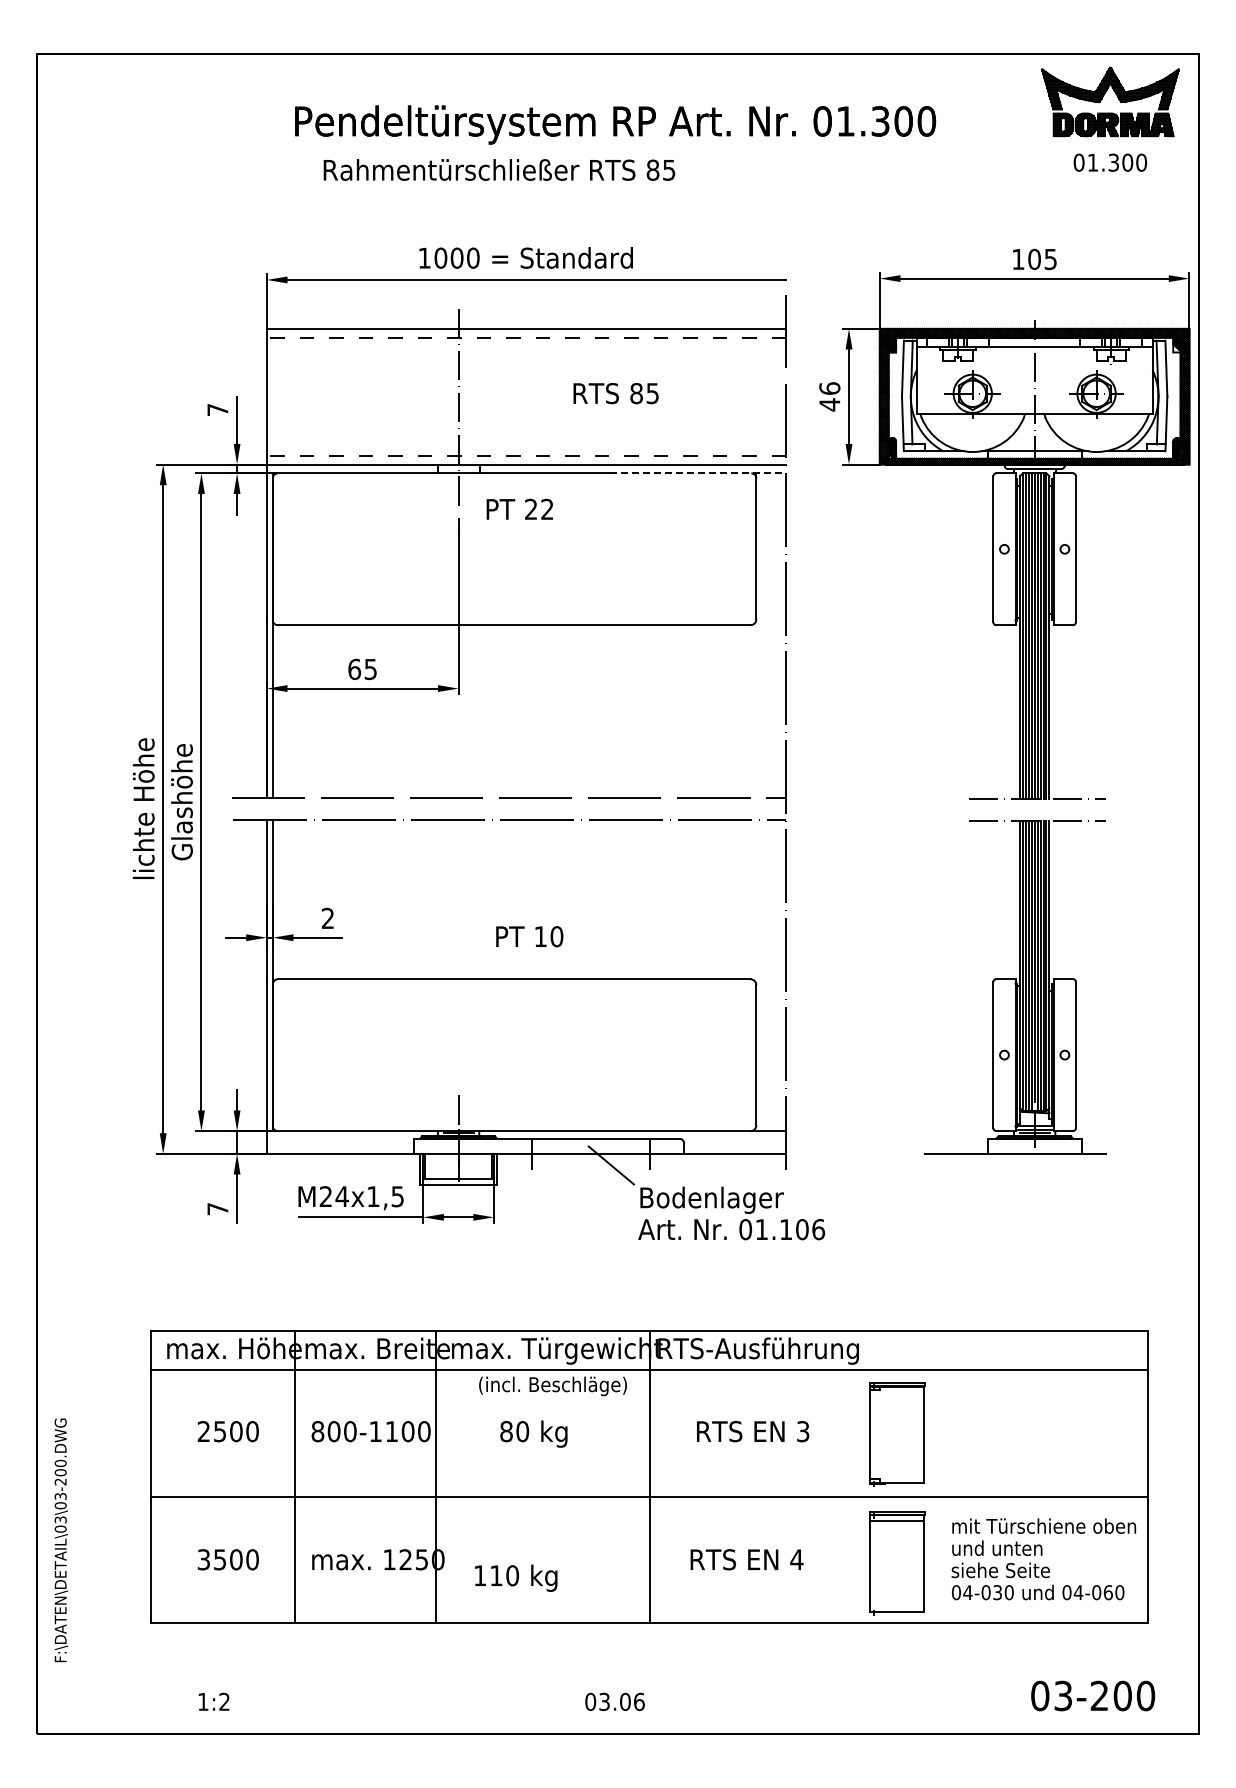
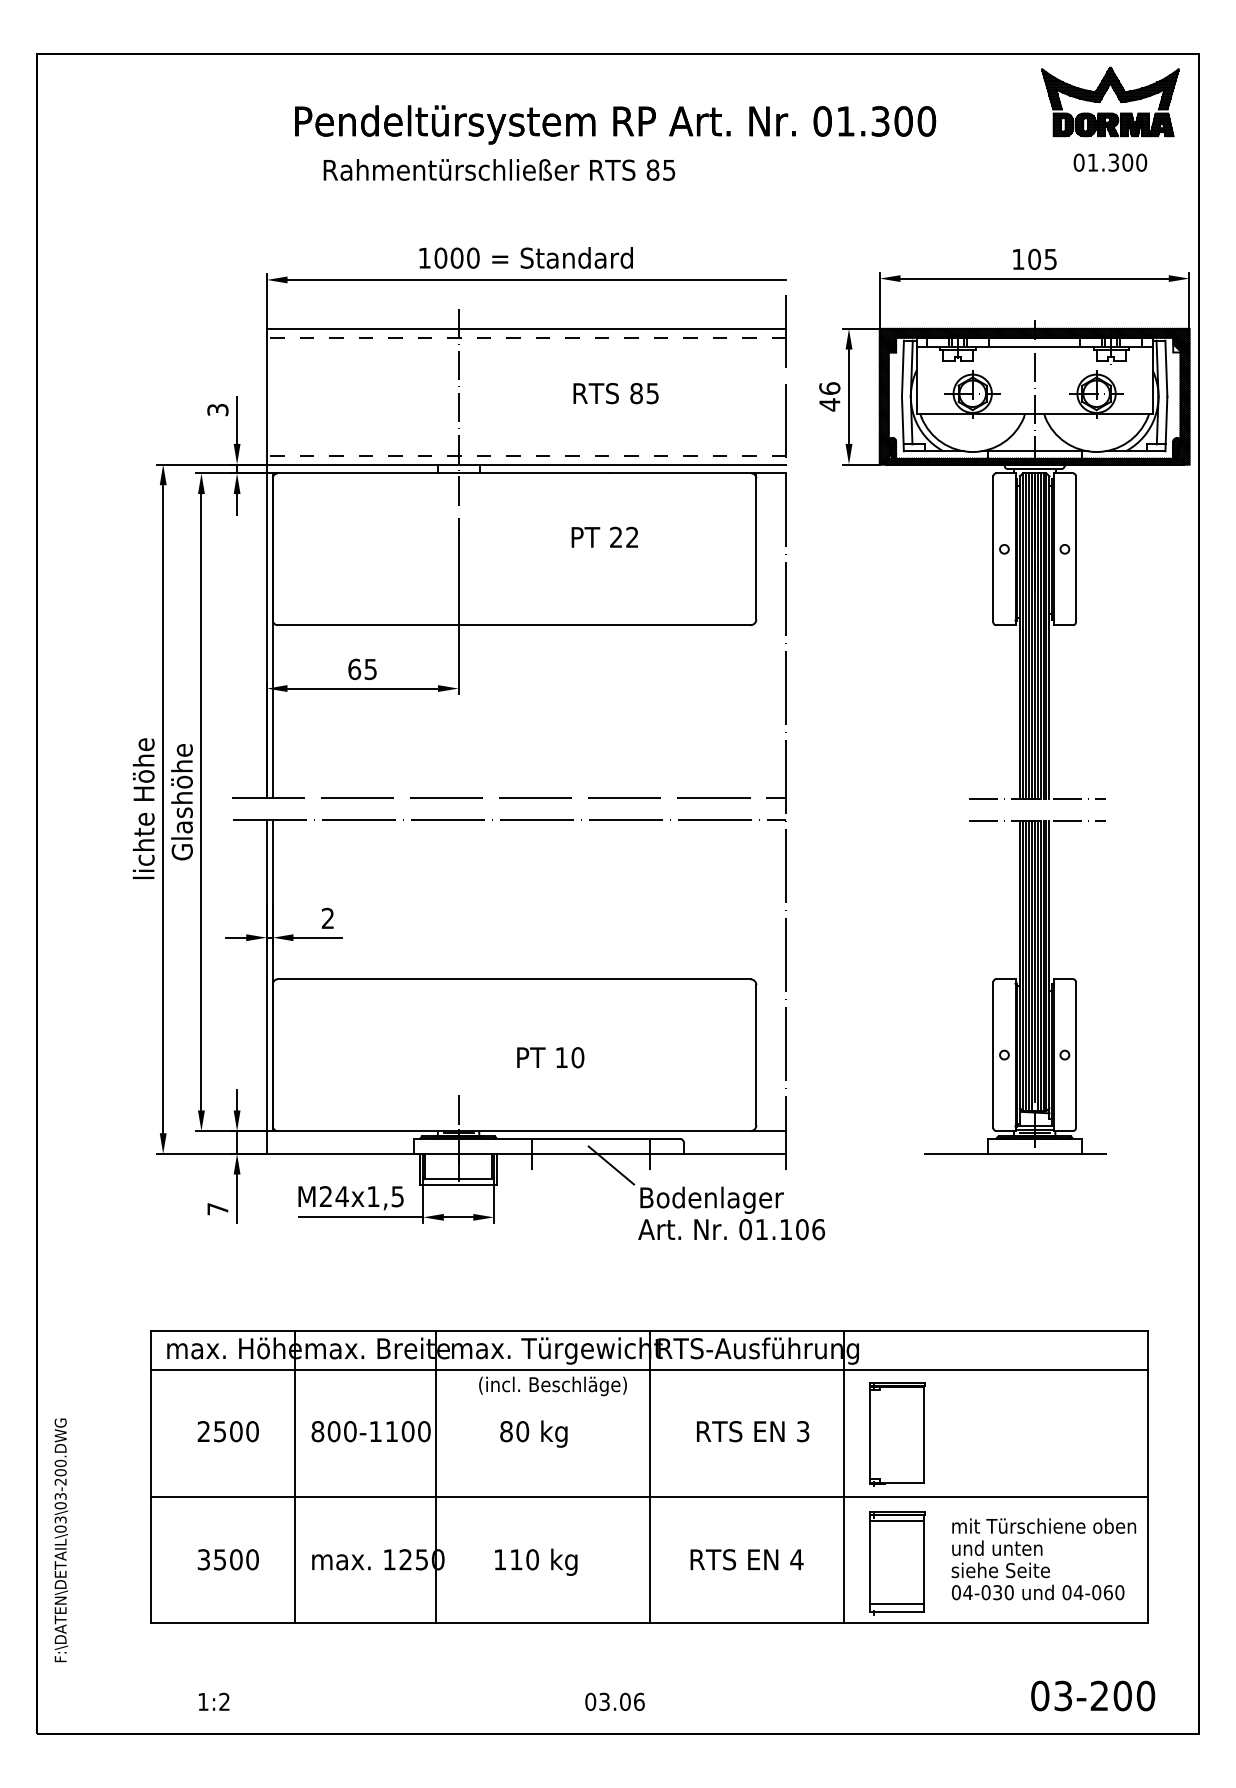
text at (217, 410): 7 -> 3
line at (698, 473): dashed -> solid
text at (519, 508) position: (519, 508) -> (604, 536)
text at (529, 936) position: (529, 936) -> (550, 1057)
line at (844, 1477): none -> present
text at (516, 1577) position: (516, 1577) -> (536, 1561)
line at (897, 1604): none -> present
